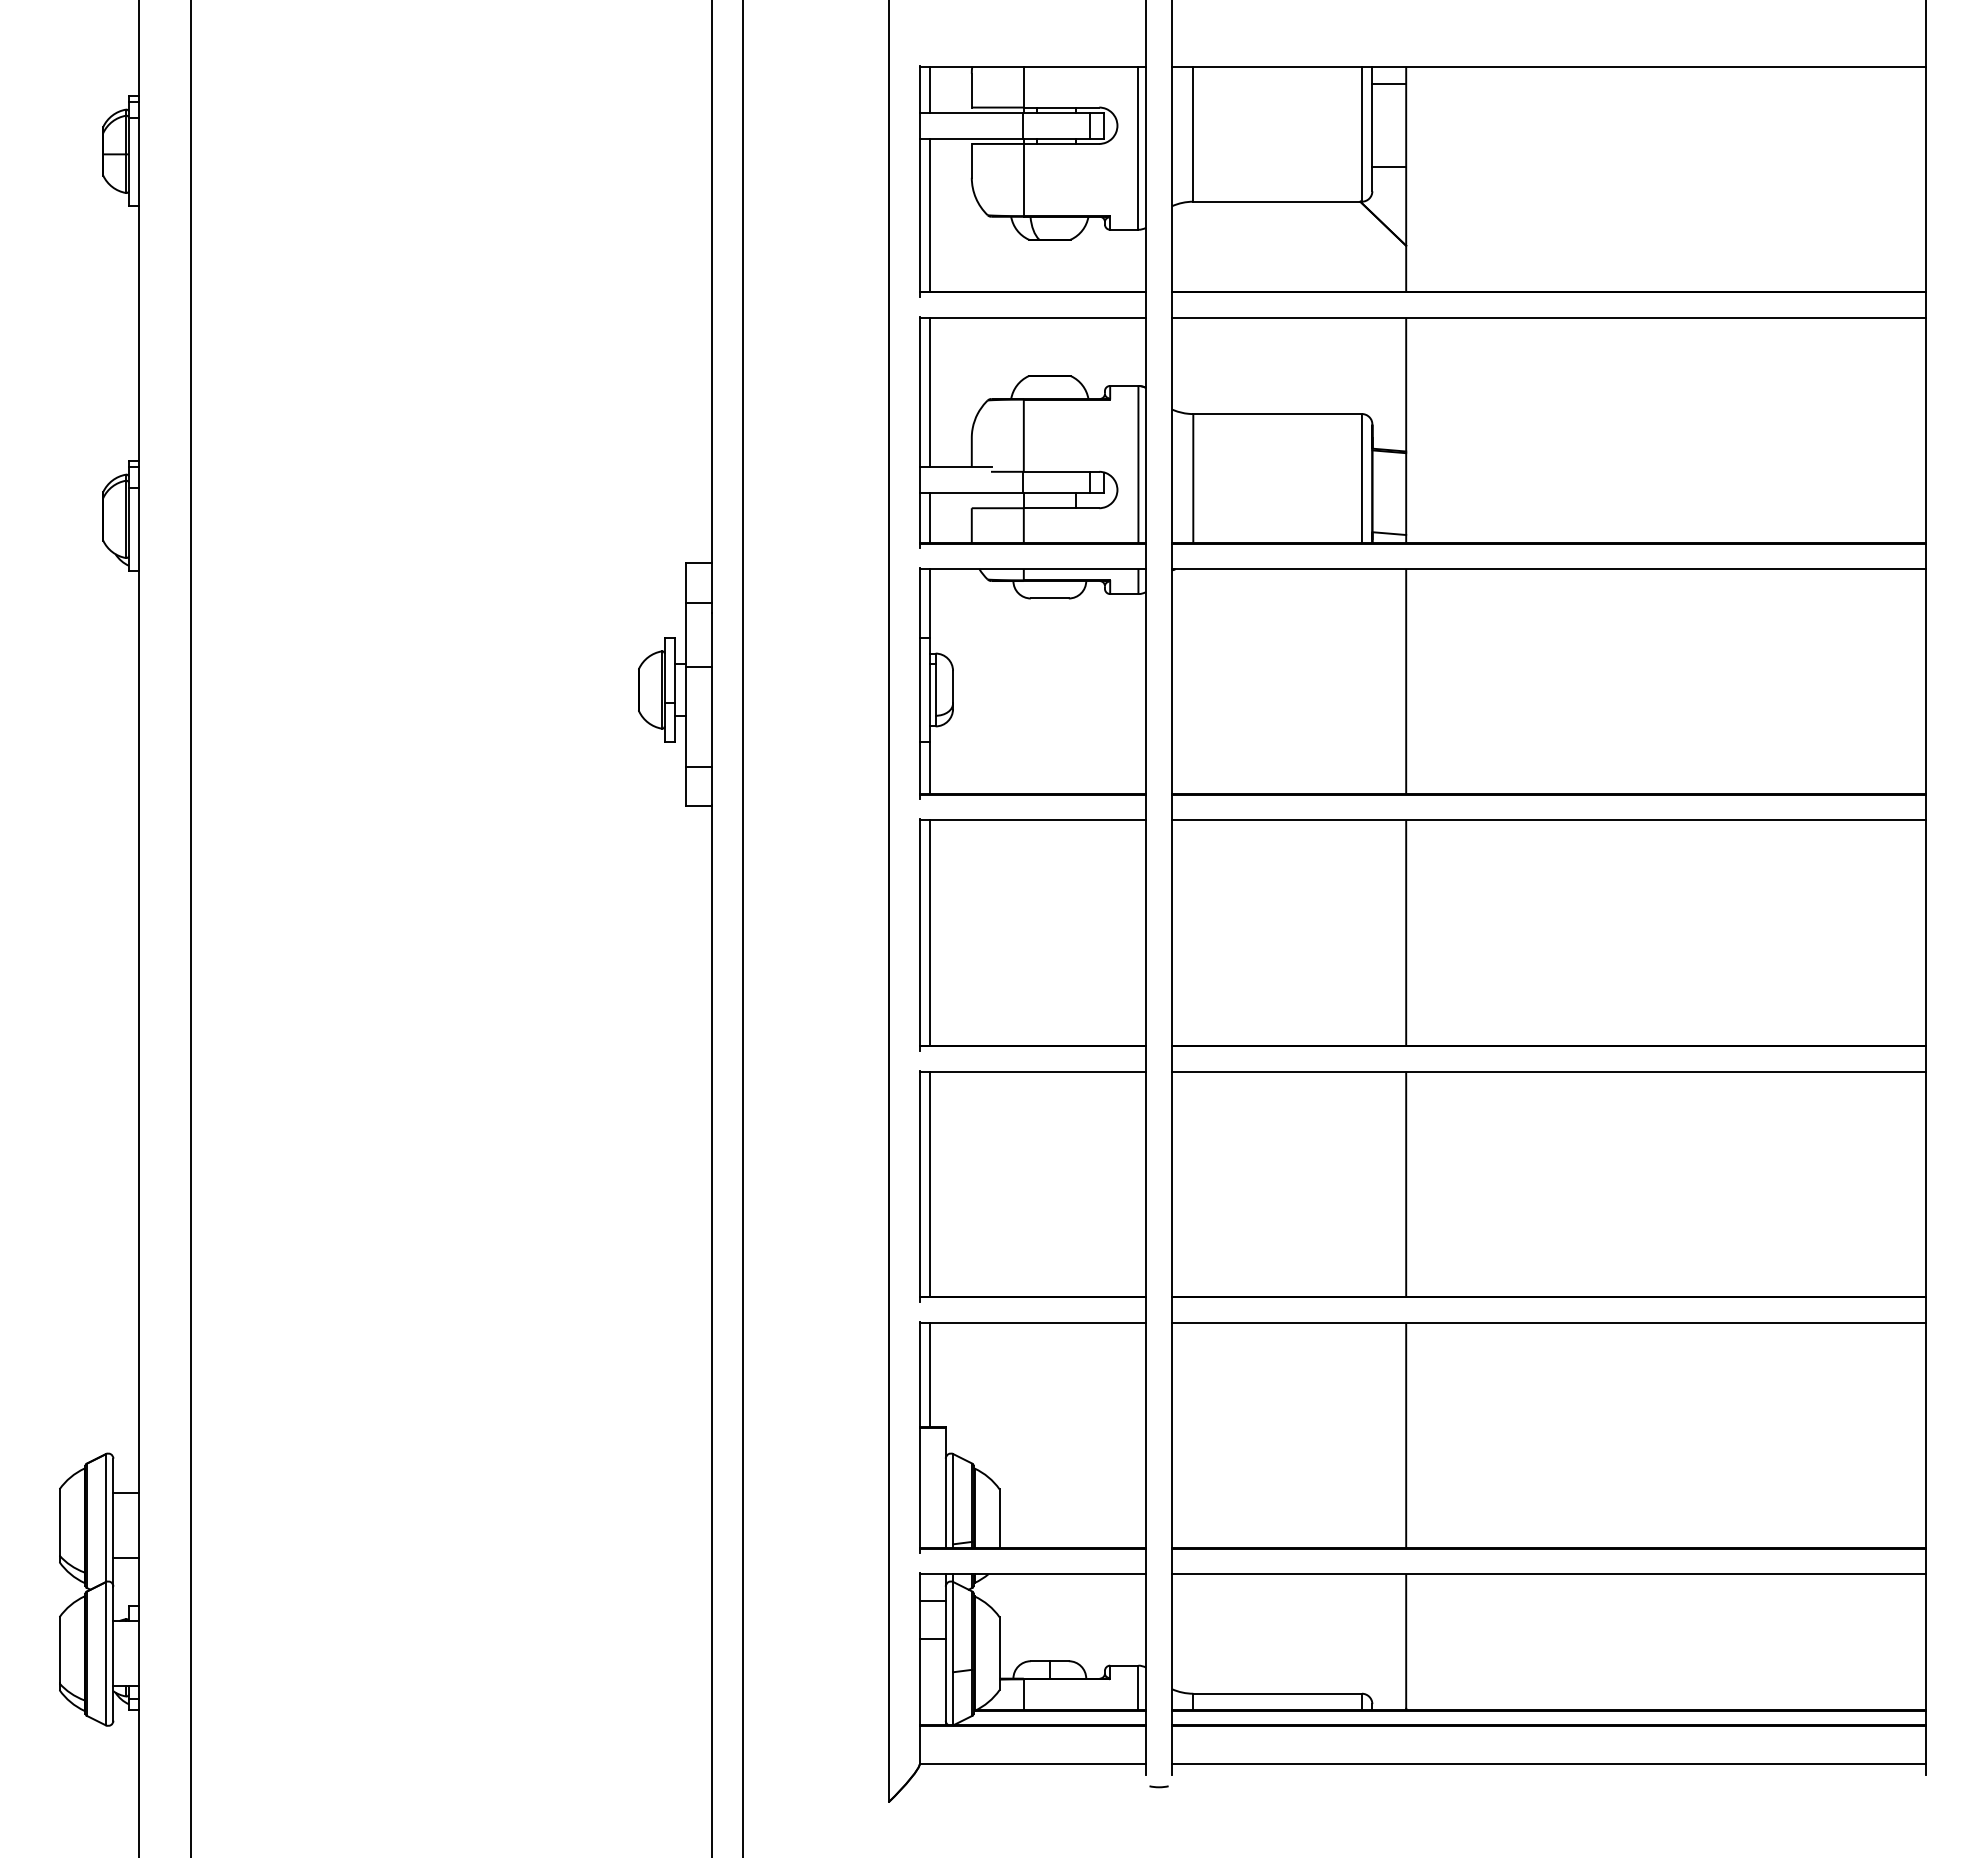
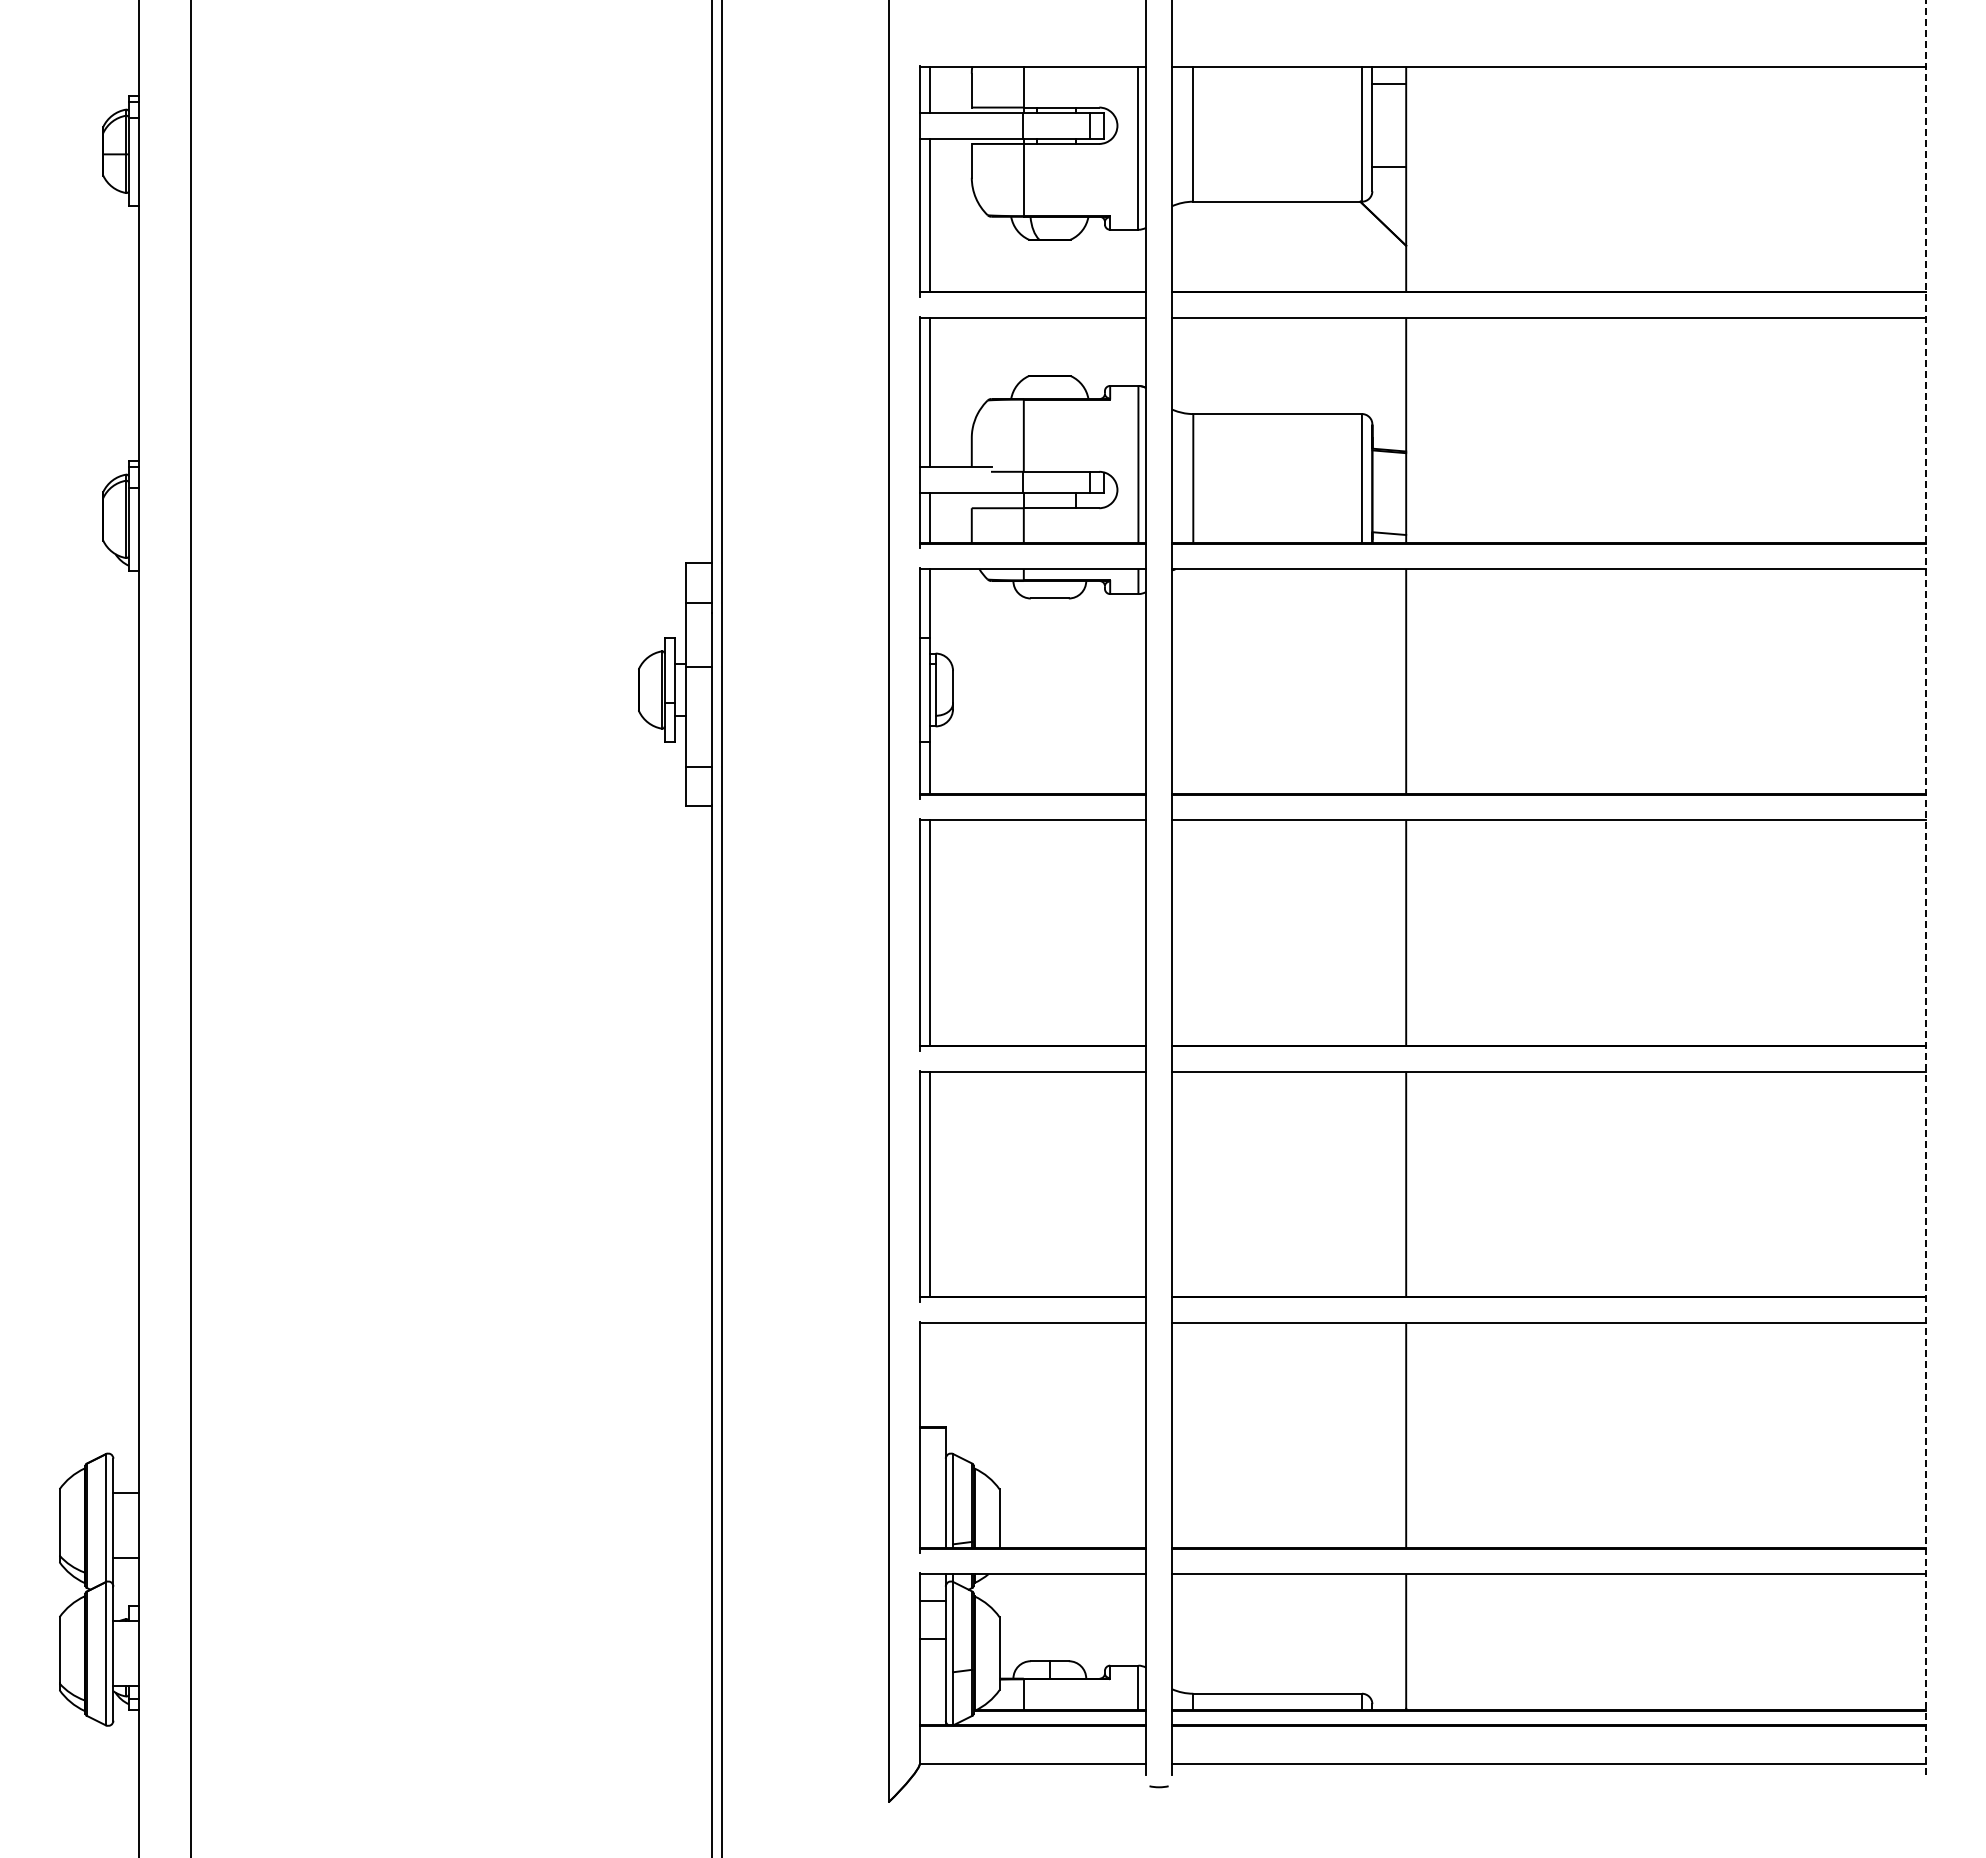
line at (1926, 887): solid -> dashed
line at (742, 928) position: (742, 928) -> (721, 928)
line at (930, 1374): present -> none
